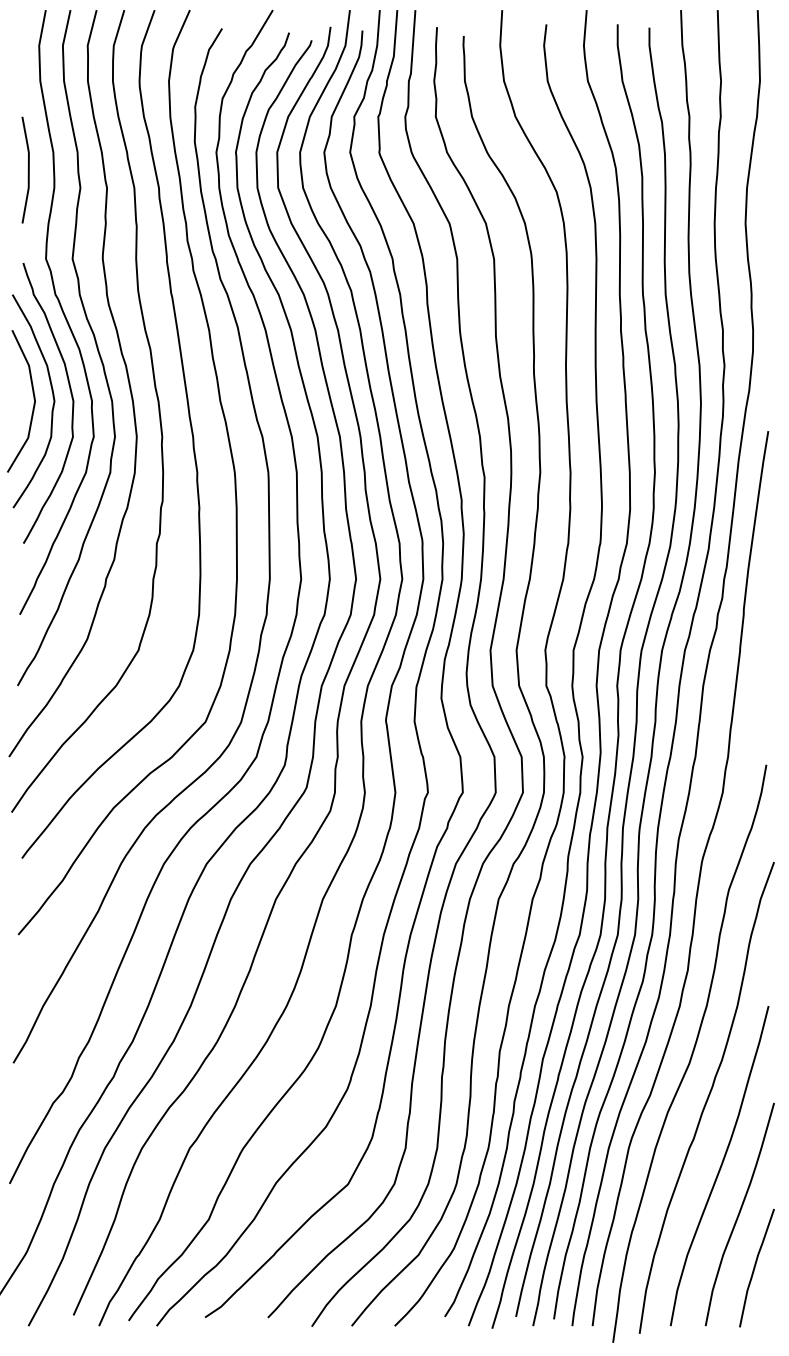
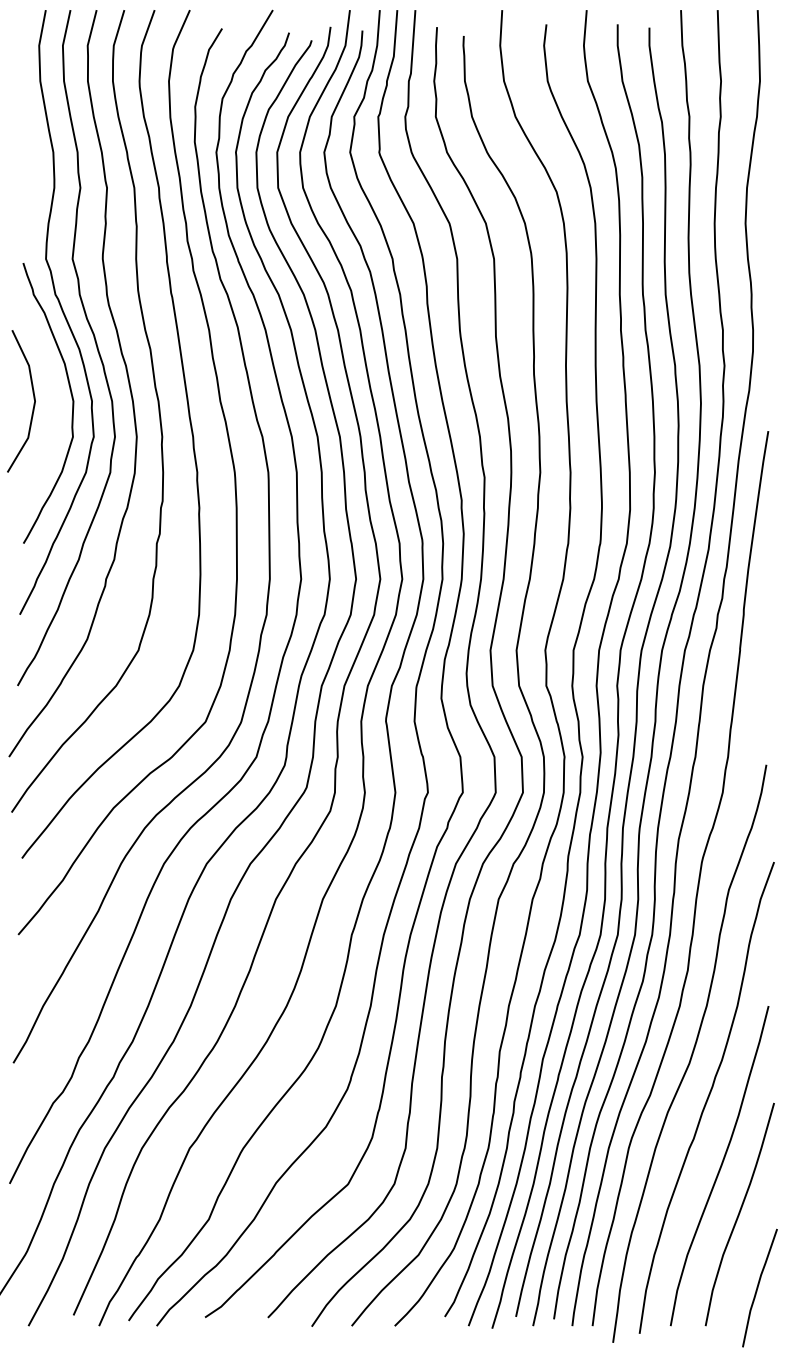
curve at (27, 169): present -> none
curve at (52, 405): present -> none
curve at (755, 1267) position: (755, 1267) -> (758, 1287)
